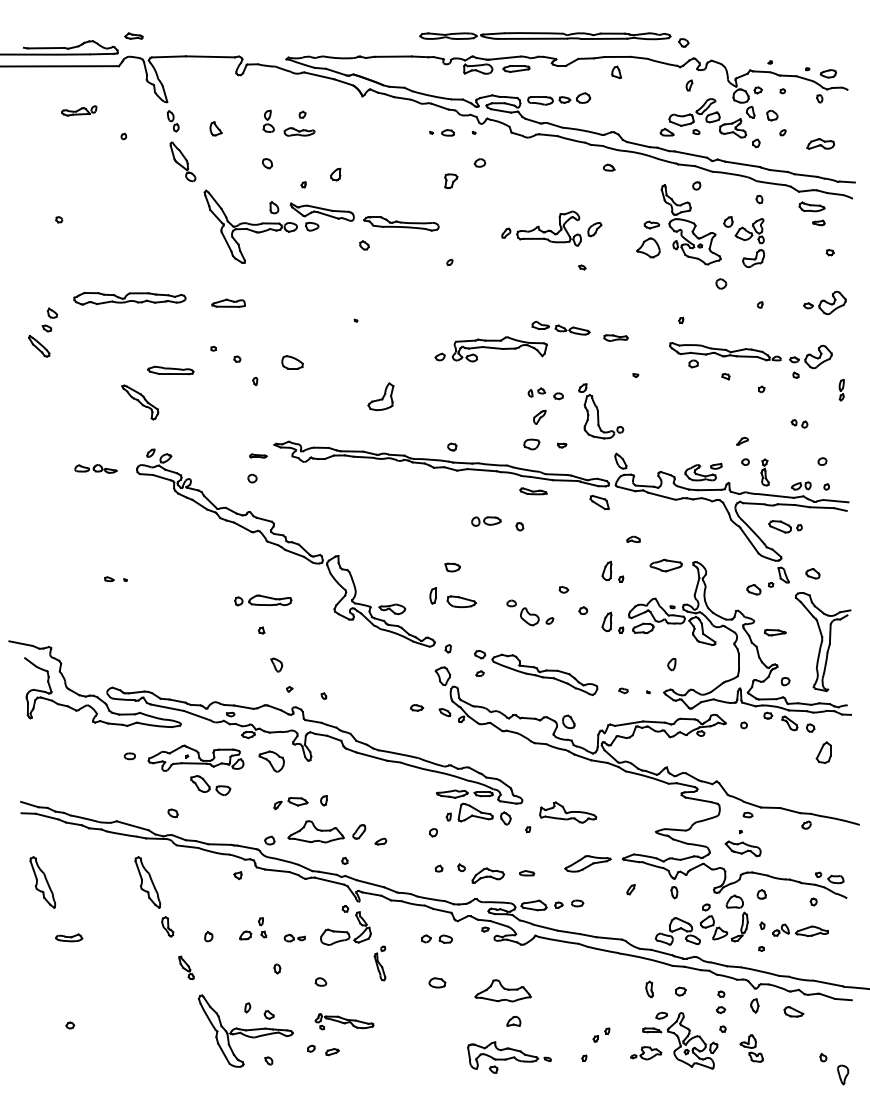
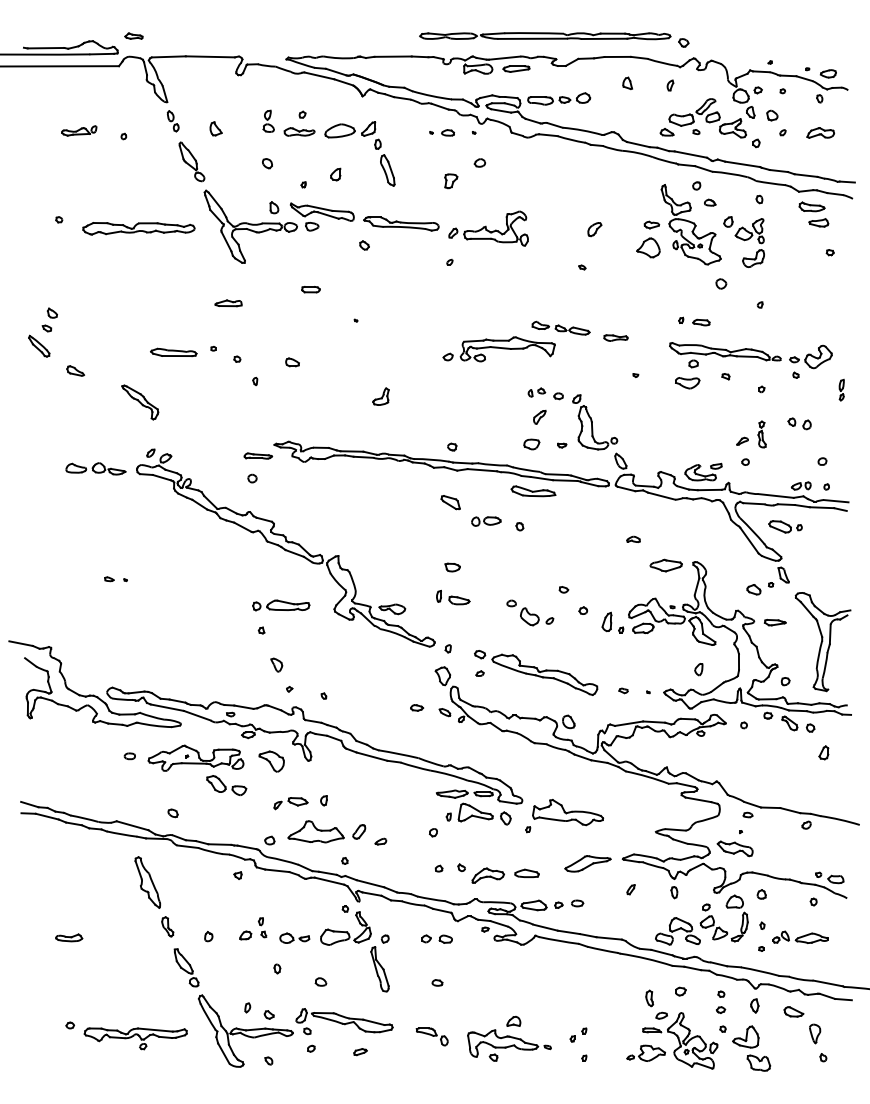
part at (616, 71) position: (616, 71) -> (627, 82)
part at (689, 85) position: (689, 85) -> (670, 85)
part at (79, 110) position: (79, 110) -> (79, 130)
part at (820, 143) position: (820, 143) -> (820, 132)
part at (374, 147): none -> present
part at (182, 161) position: (182, 161) -> (191, 161)
part at (609, 167) position: (609, 167) -> (710, 202)
part at (818, 222) size: 14x8 px -> 22x10 px
part at (541, 228) position: (541, 228) -> (488, 228)
part at (310, 289): none -> present
part at (129, 298) position: (129, 298) -> (138, 228)
part at (228, 302) size: 35x10 px -> 29x9 px
part at (824, 302): present -> none
part at (701, 322): none -> present
part at (490, 349) position: (490, 349) -> (498, 349)
part at (292, 362) size: 23x15 px -> 15x11 px
part at (75, 370): none -> present
part at (170, 370) position: (170, 370) -> (173, 352)
part at (687, 383): none -> present
part at (380, 396) size: 28x30 px -> 18x19 px
part at (601, 411) position: (601, 411) -> (595, 422)
part at (799, 423) size: 19x10 px -> 25x14 px
part at (258, 455) size: 19x6 px -> 31x8 px
part at (95, 468) size: 44x10 px -> 62x14 px
part at (764, 472) position: (764, 472) -> (761, 434)
part at (533, 491) size: 29x9 px -> 47x13 px
part at (599, 502) position: (599, 502) -> (450, 502)
part at (612, 571): present -> none
part at (812, 573): present -> none
part at (452, 597) size: 48x22 px -> 35x17 px
part at (263, 600) position: (263, 600) -> (281, 605)
part at (774, 632) position: (774, 632) -> (774, 622)
part at (671, 664) position: (671, 664) -> (698, 669)
part at (823, 752) size: 17x23 px -> 12x16 px
part at (210, 785) position: (210, 785) -> (226, 785)
part at (568, 812) size: 59x23 px -> 73x28 px
part at (742, 848) position: (742, 848) -> (734, 848)
part at (527, 873) size: 17x7 px -> 26x10 px
part at (42, 882): present -> none
part at (800, 929) position: (800, 929) -> (800, 936)
part at (294, 937) size: 23x10 px -> 32x12 px
part at (379, 963) size: 14x37 px -> 20x59 px
part at (186, 967) size: 17x25 px -> 27x40 px
part at (437, 982) size: 19x12 px -> 13x8 px
part at (649, 989) position: (649, 989) -> (649, 998)
part at (502, 990): present -> none
part at (344, 1021) size: 61x18 px -> 99x28 px
part at (601, 1034) position: (601, 1034) -> (578, 1034)
part at (431, 1036): none -> present
part at (135, 1038): none -> present
part at (751, 1048) size: 25x29 px -> 40x47 px
part at (332, 1052) position: (332, 1052) -> (360, 1052)
part at (646, 1053) size: 33x15 px -> 40x18 px
part at (509, 1057) position: (509, 1057) -> (509, 1045)
part at (843, 1074) position: (843, 1074) -> (815, 1033)
